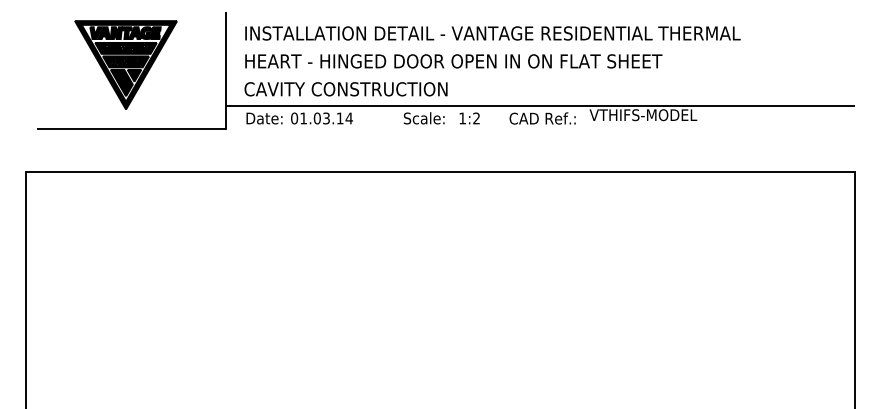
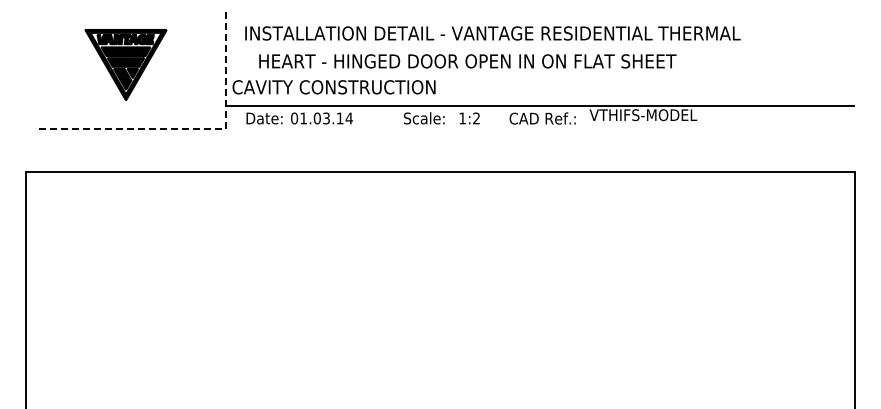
text at (453, 61) position: (453, 61) -> (467, 61)
part at (125, 64) size: 104x90 px -> 84x72 px
text at (345, 89) position: (345, 89) -> (333, 87)
line at (190, 128): solid -> dashed
